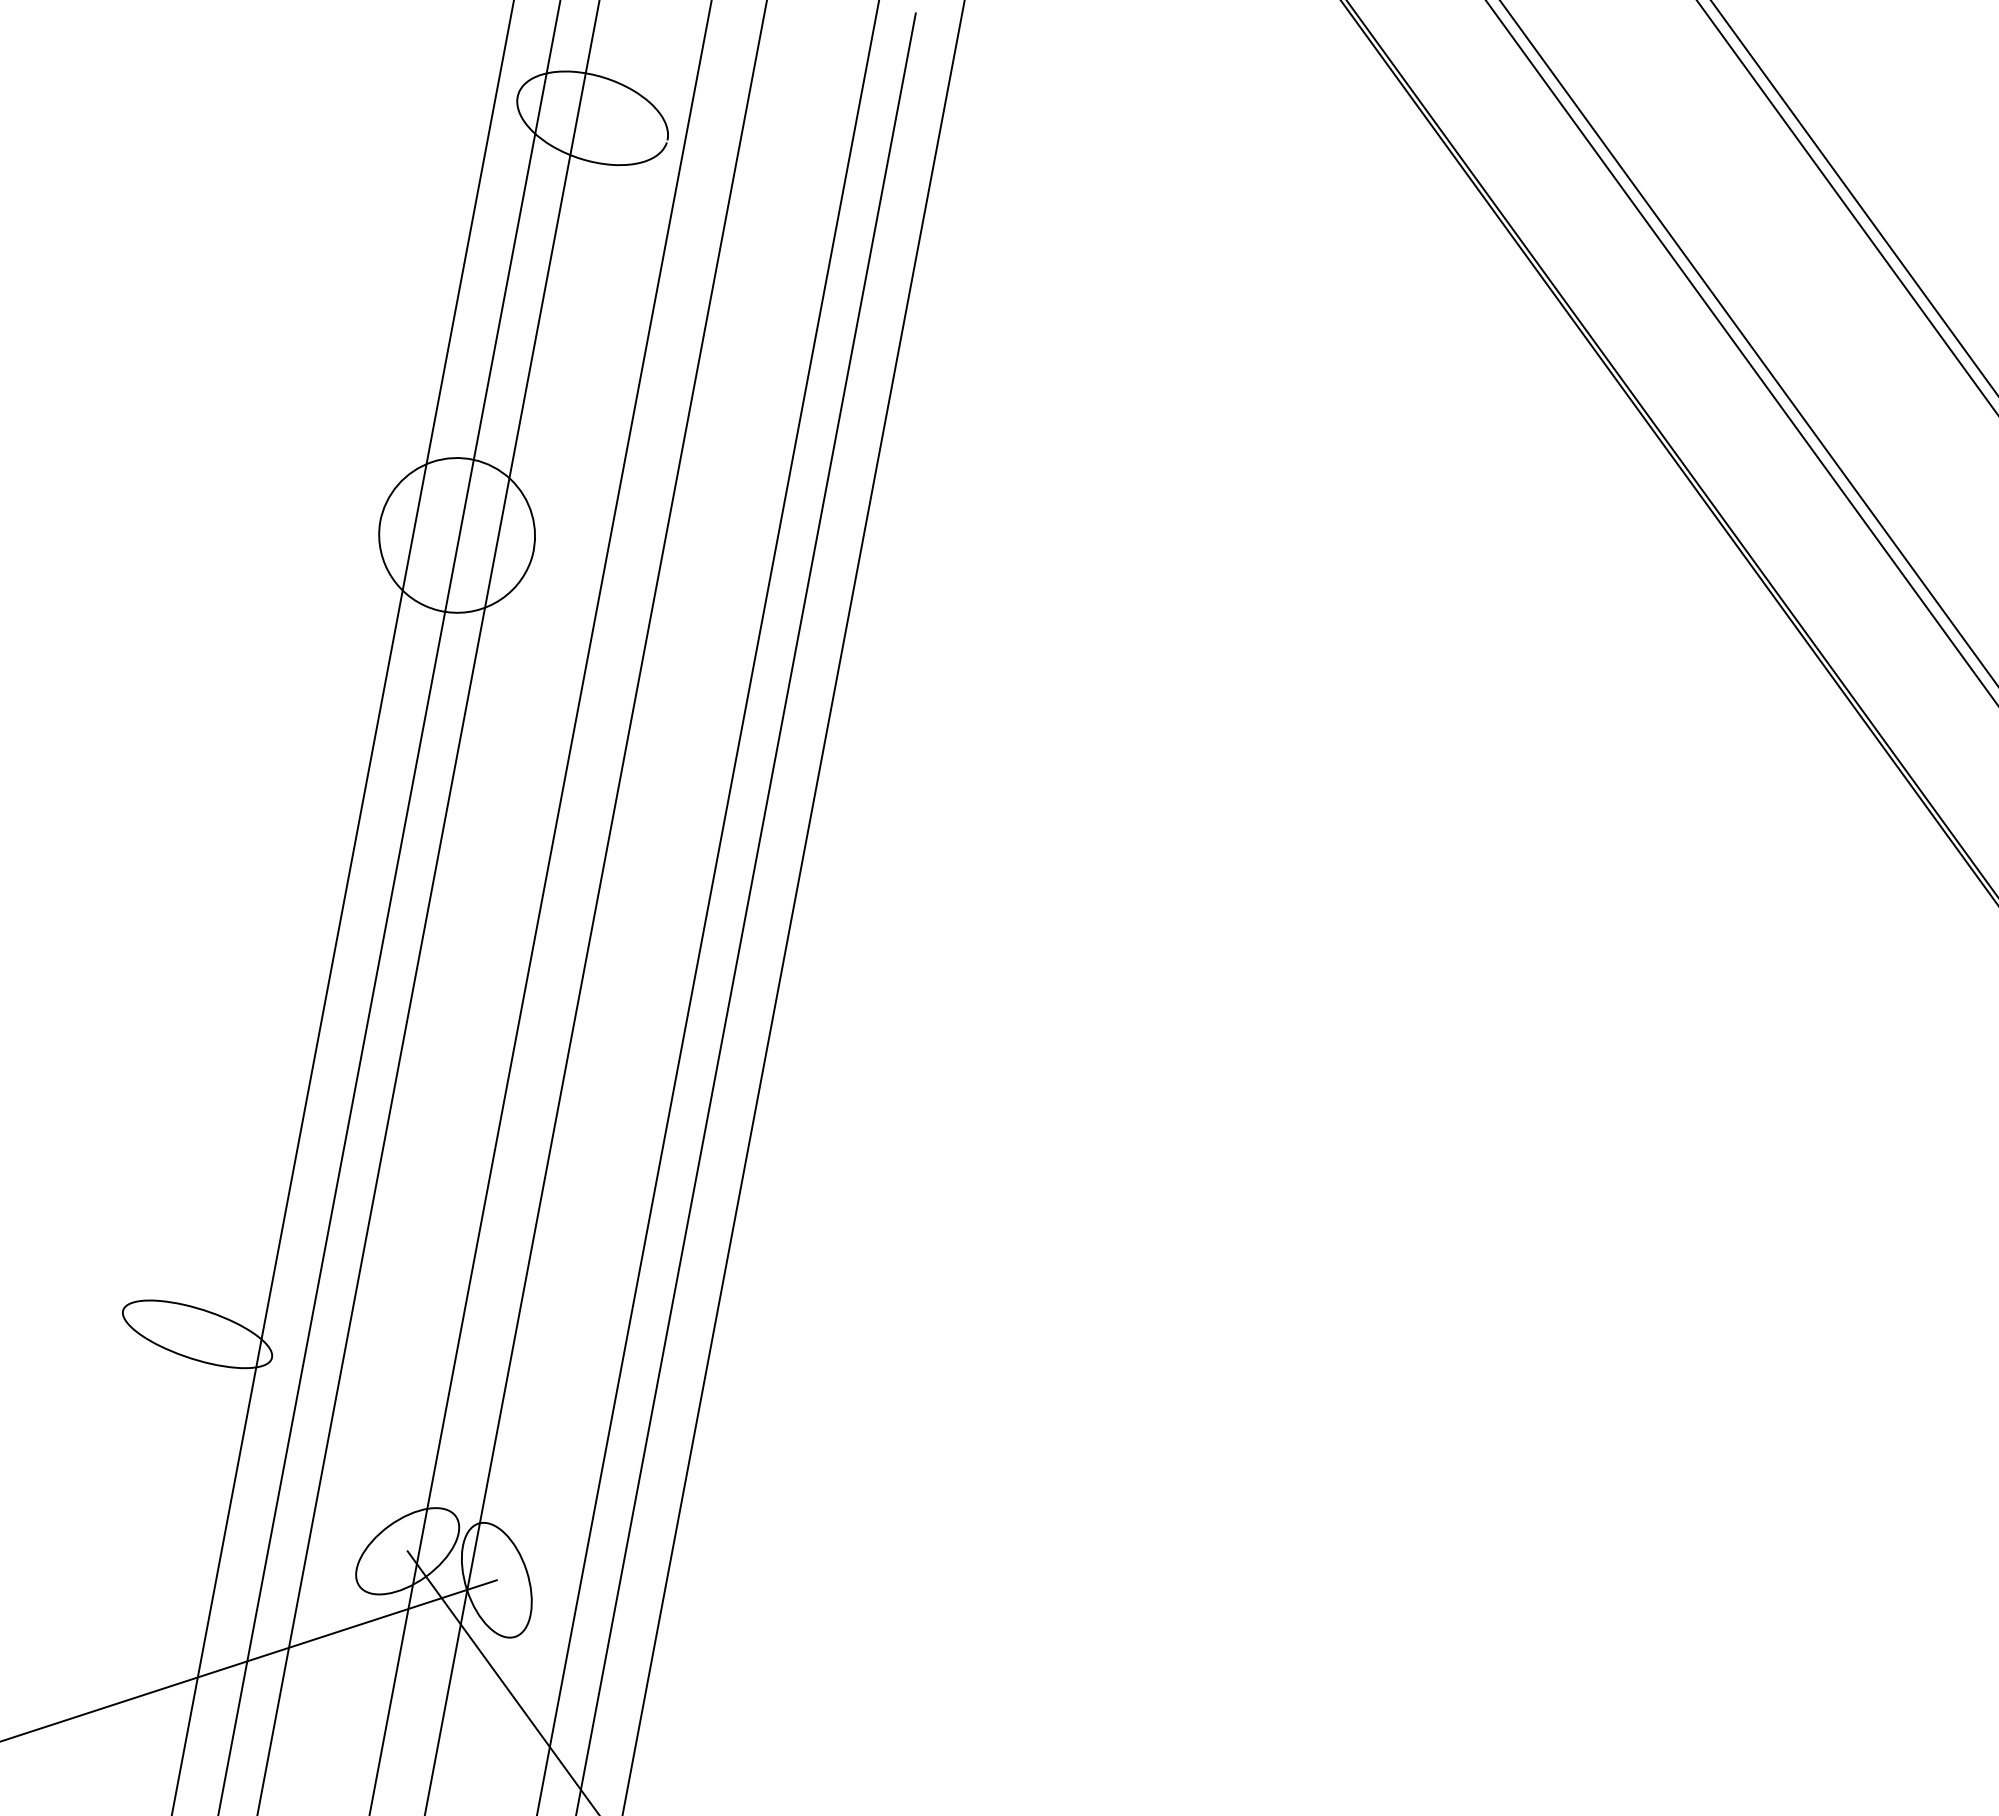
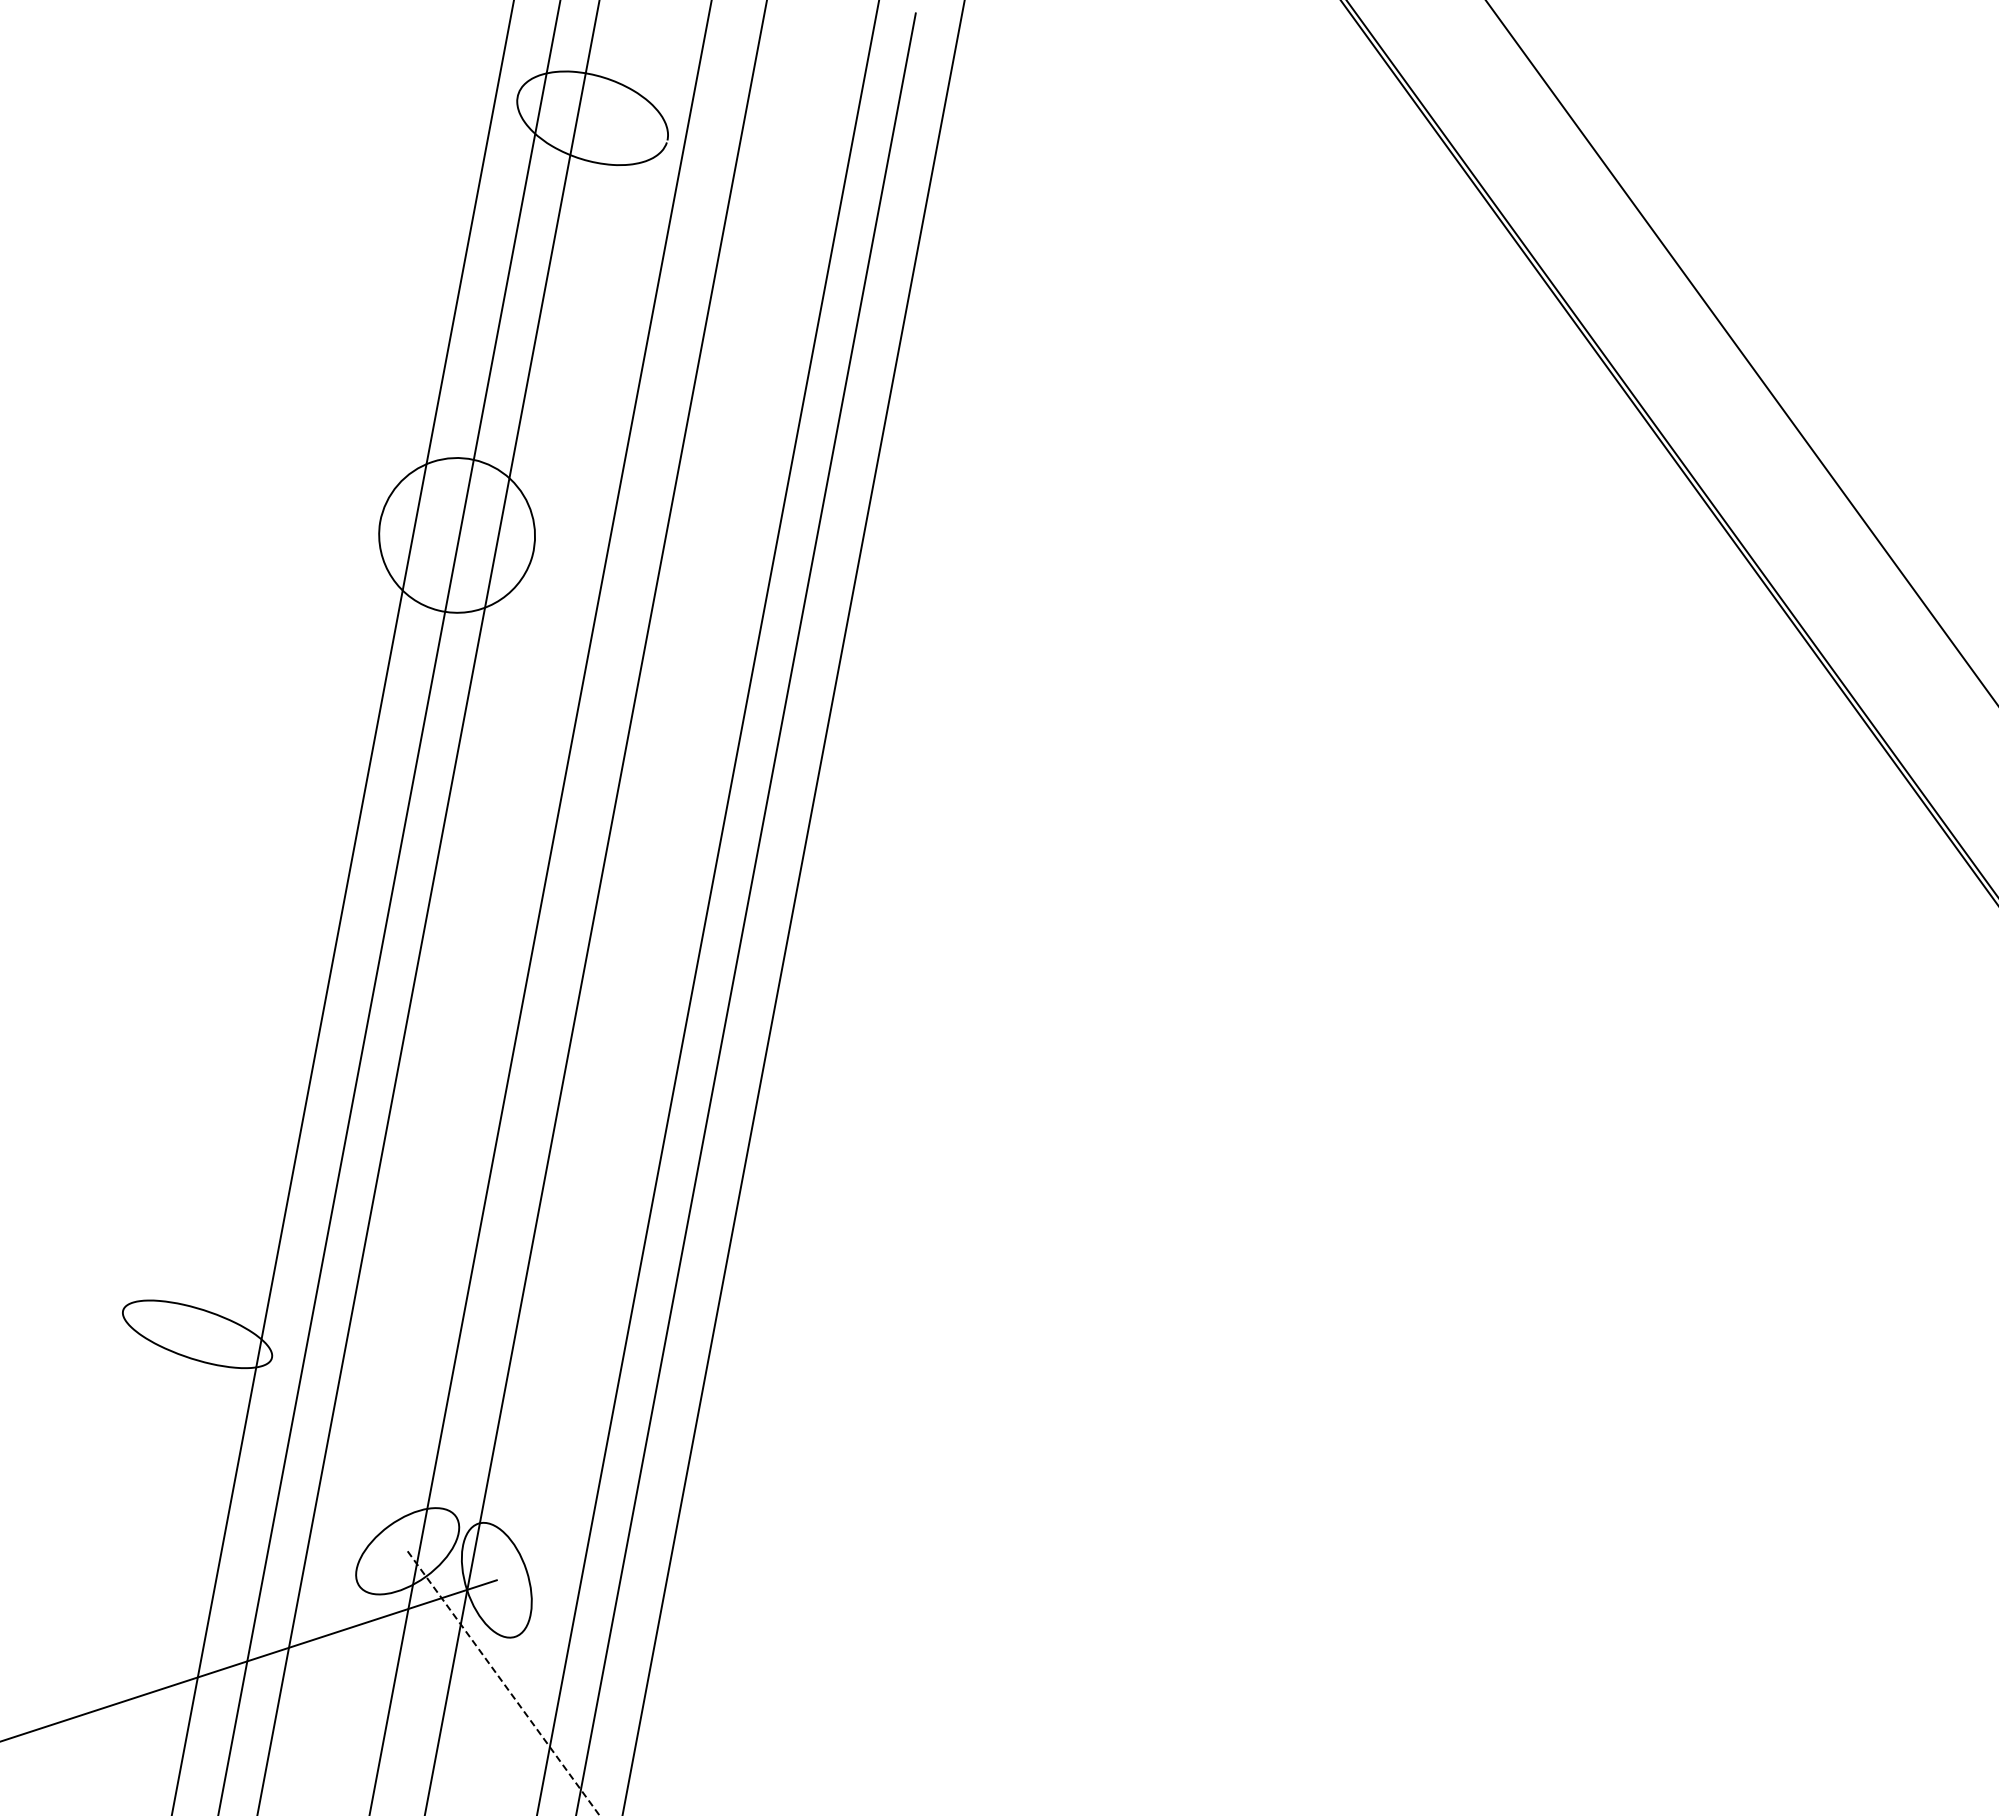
line at (1853, 197): present -> none
line at (1846, 207): present -> none
line at (1748, 342): present -> none
line at (504, 1683): solid -> dashed
